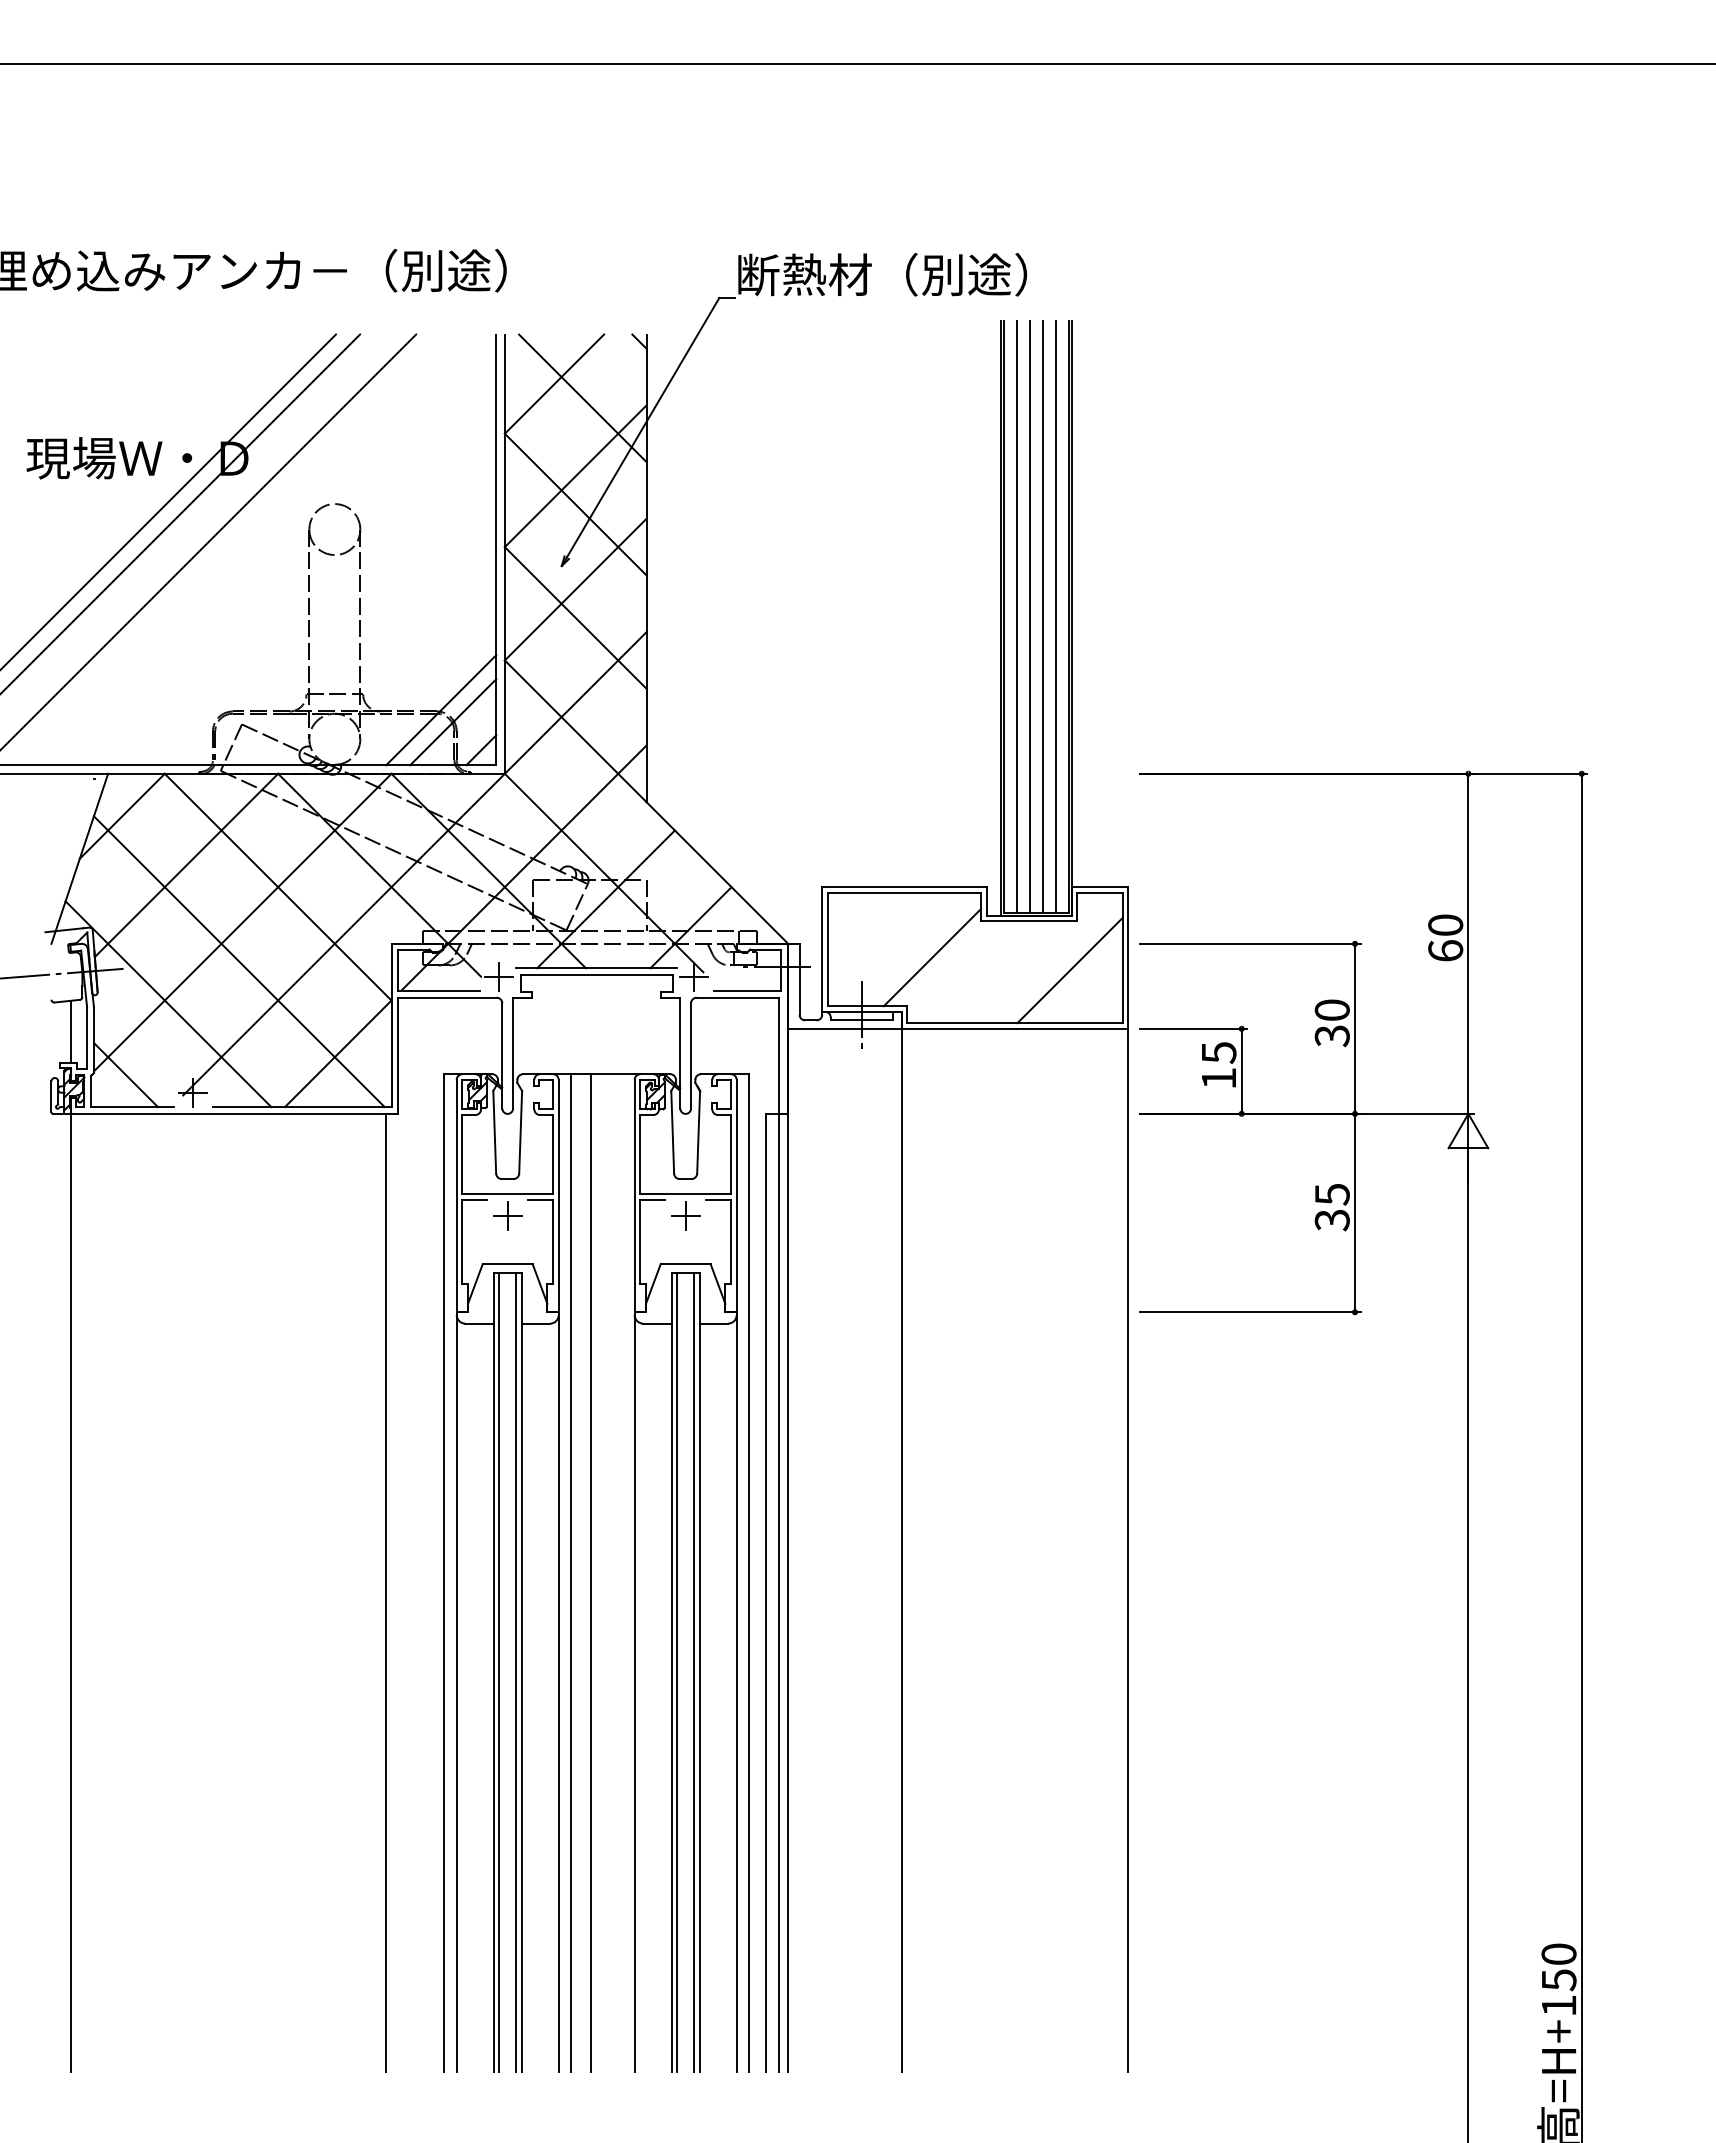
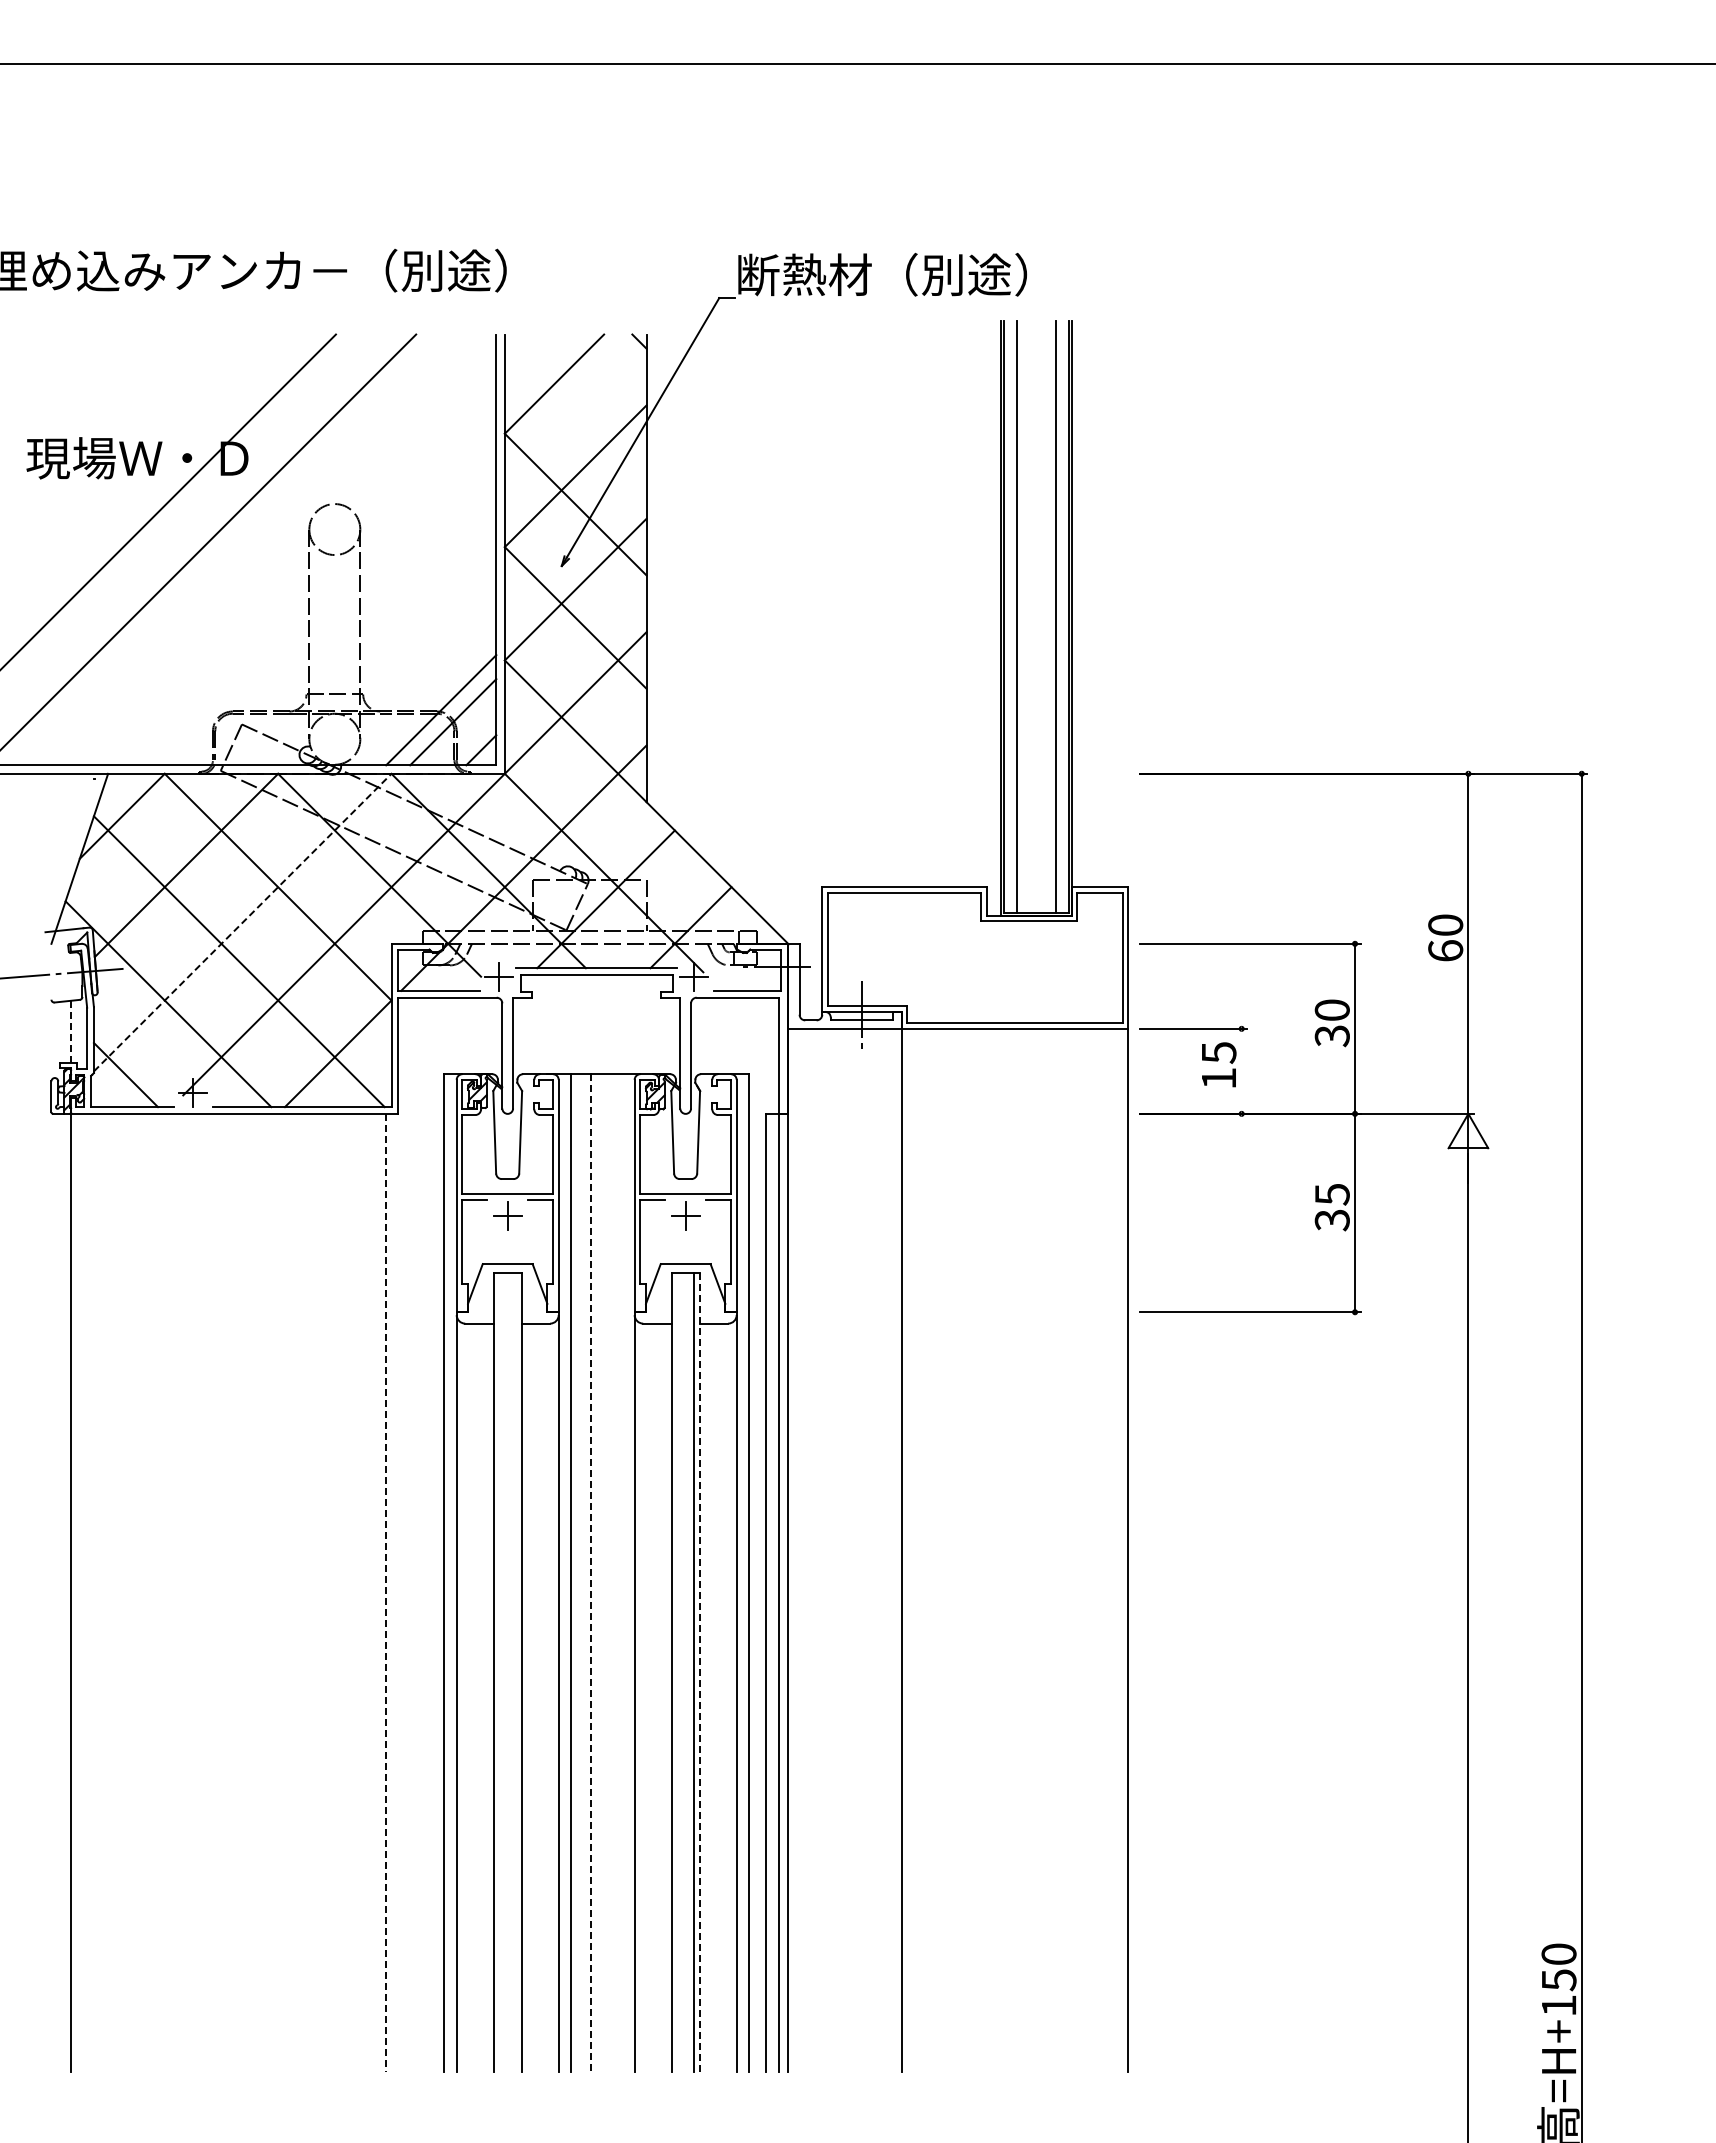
line at (582, 398): present -> none
line at (181, 513): present -> none
line at (1029, 616): present -> none
line at (1042, 616): present -> none
line at (243, 922): solid -> dashed
line at (931, 957): present -> none
line at (1069, 970): present -> none
line at (71, 1032): solid -> dashed
line at (1241, 1070): present -> none
line at (591, 1572): solid -> dashed
line at (386, 1592): solid -> dashed
line at (499, 1671): present -> none
line at (516, 1671): present -> none
line at (677, 1671): present -> none
line at (699, 1672): solid -> dashed
